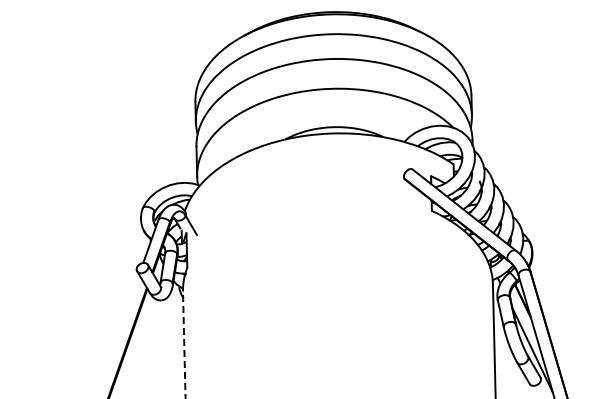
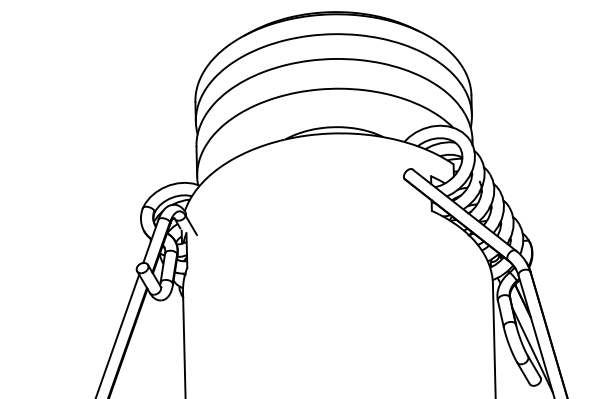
line at (117, 334): none -> present
line at (184, 344): dashed -> solid
